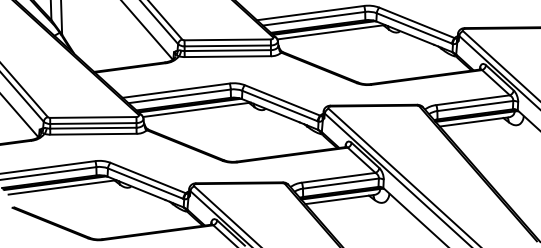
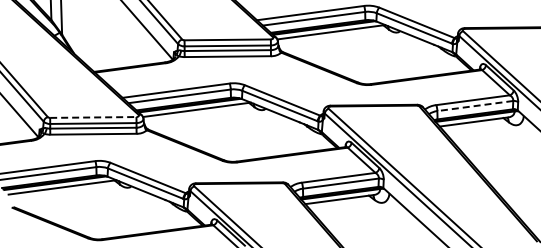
line at (474, 106): solid -> dashed
line at (93, 117): solid -> dashed
